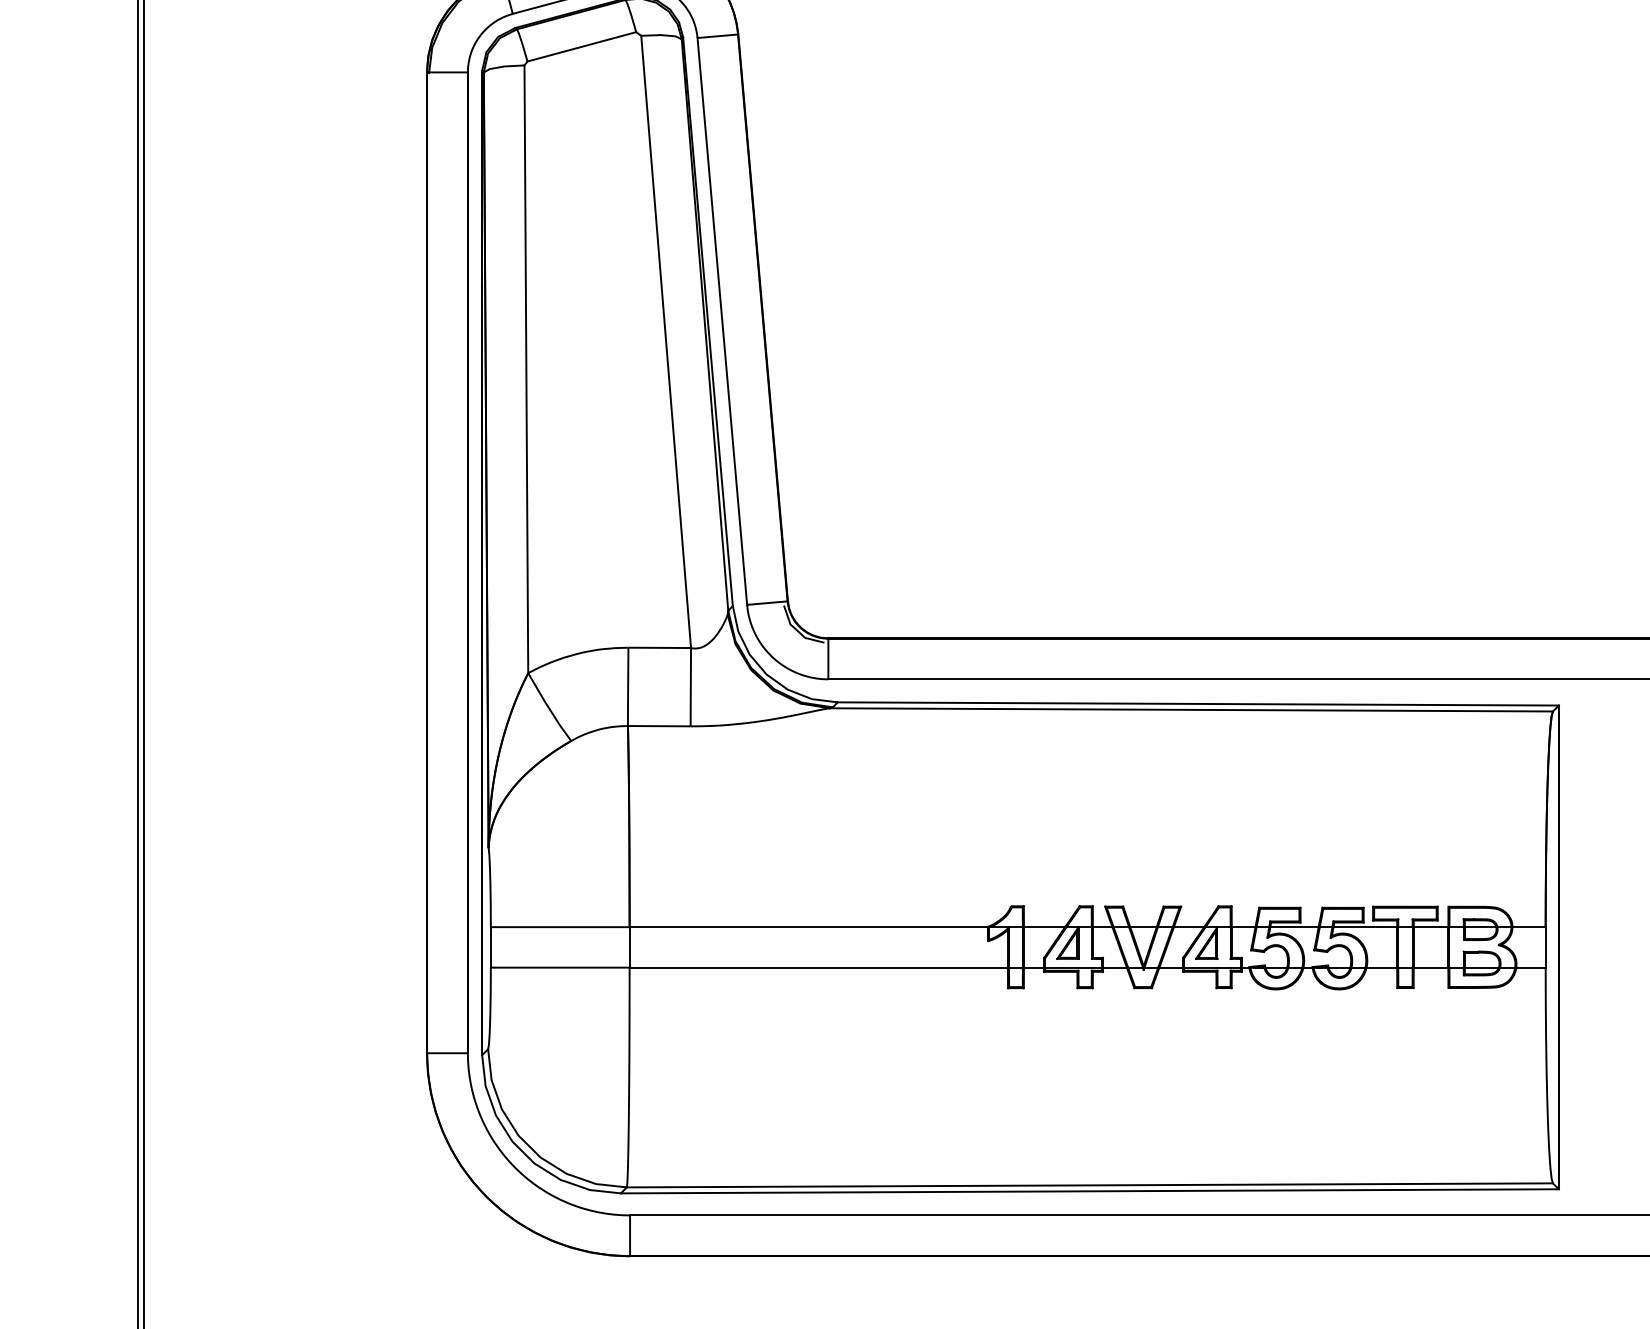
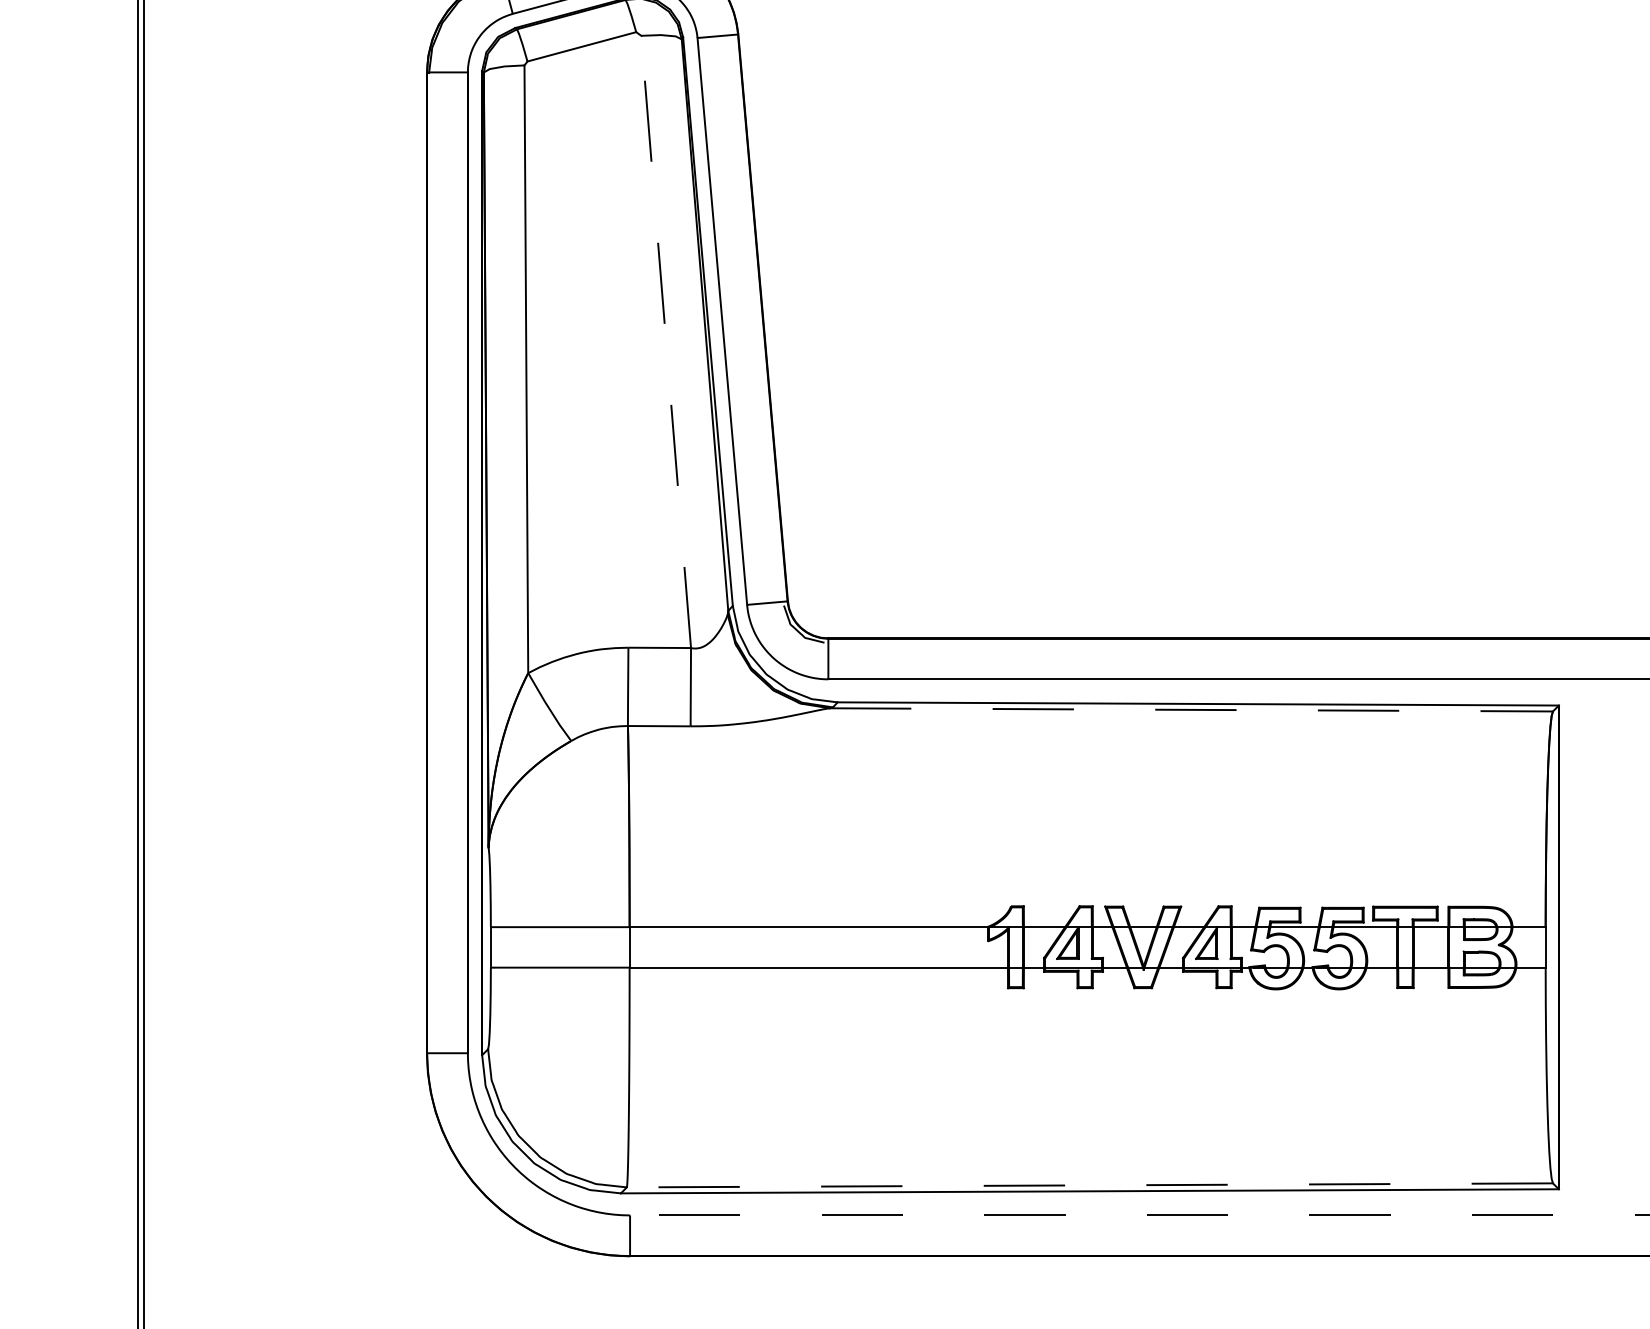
line at (666, 341): solid -> dashed
line at (1191, 709): solid -> dashed
line at (1089, 1185): solid -> dashed
line at (1140, 1215): solid -> dashed
